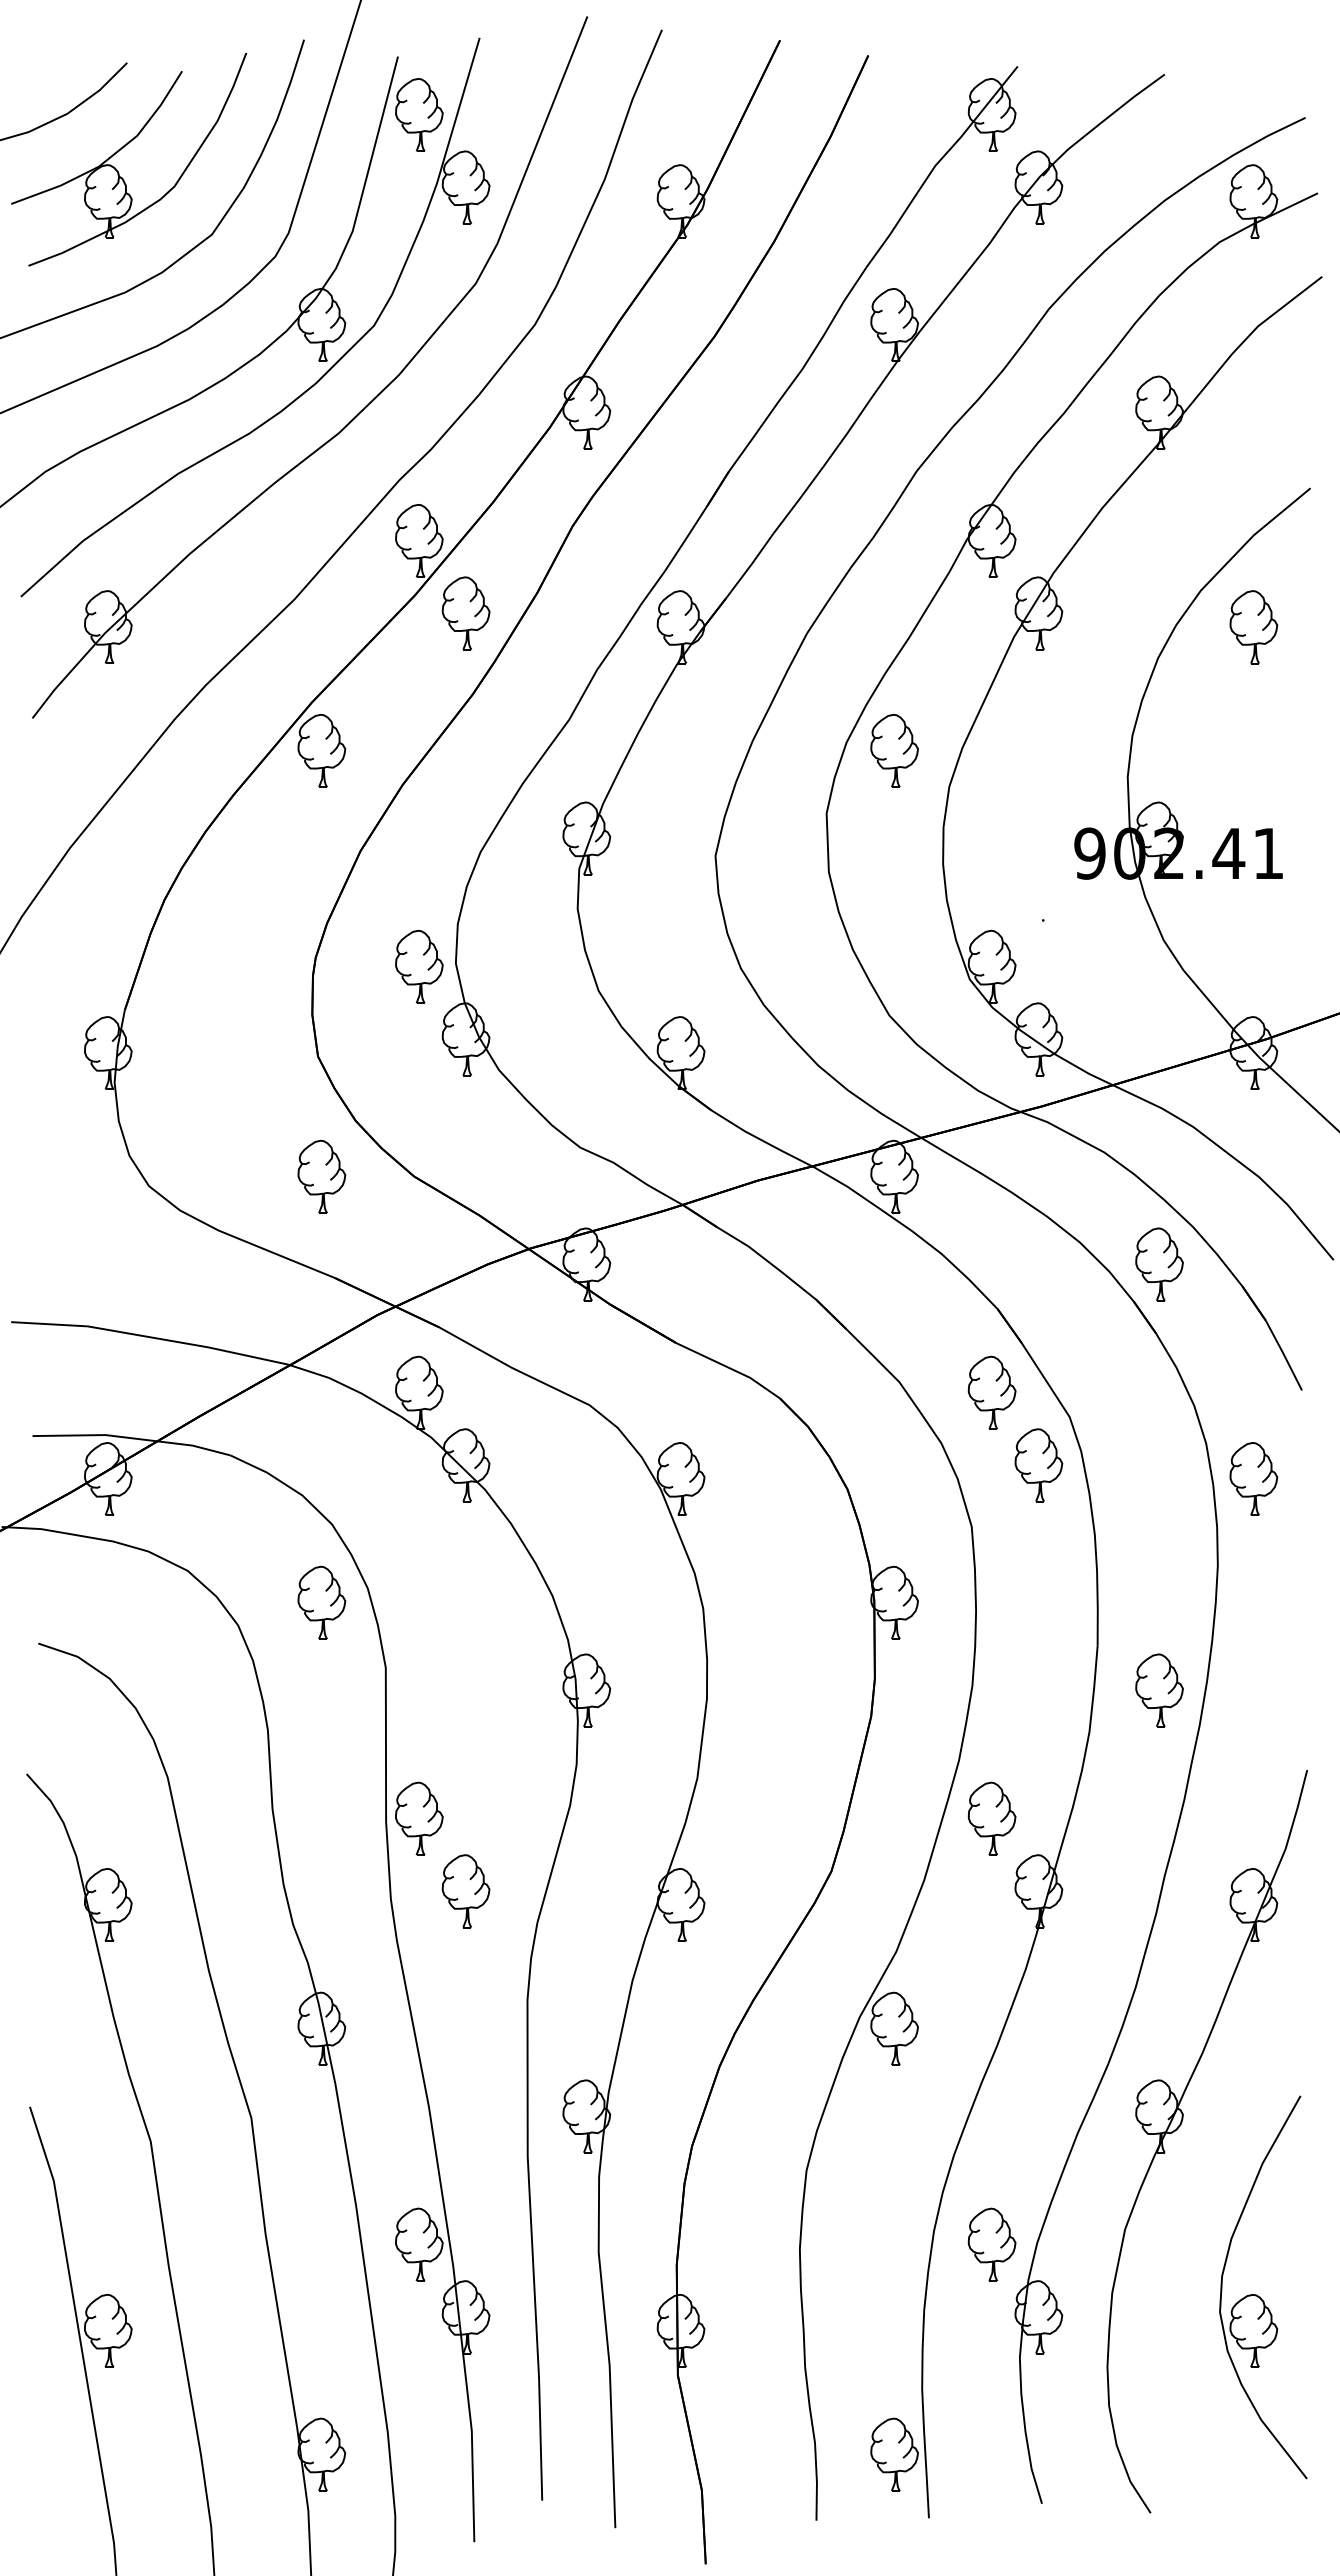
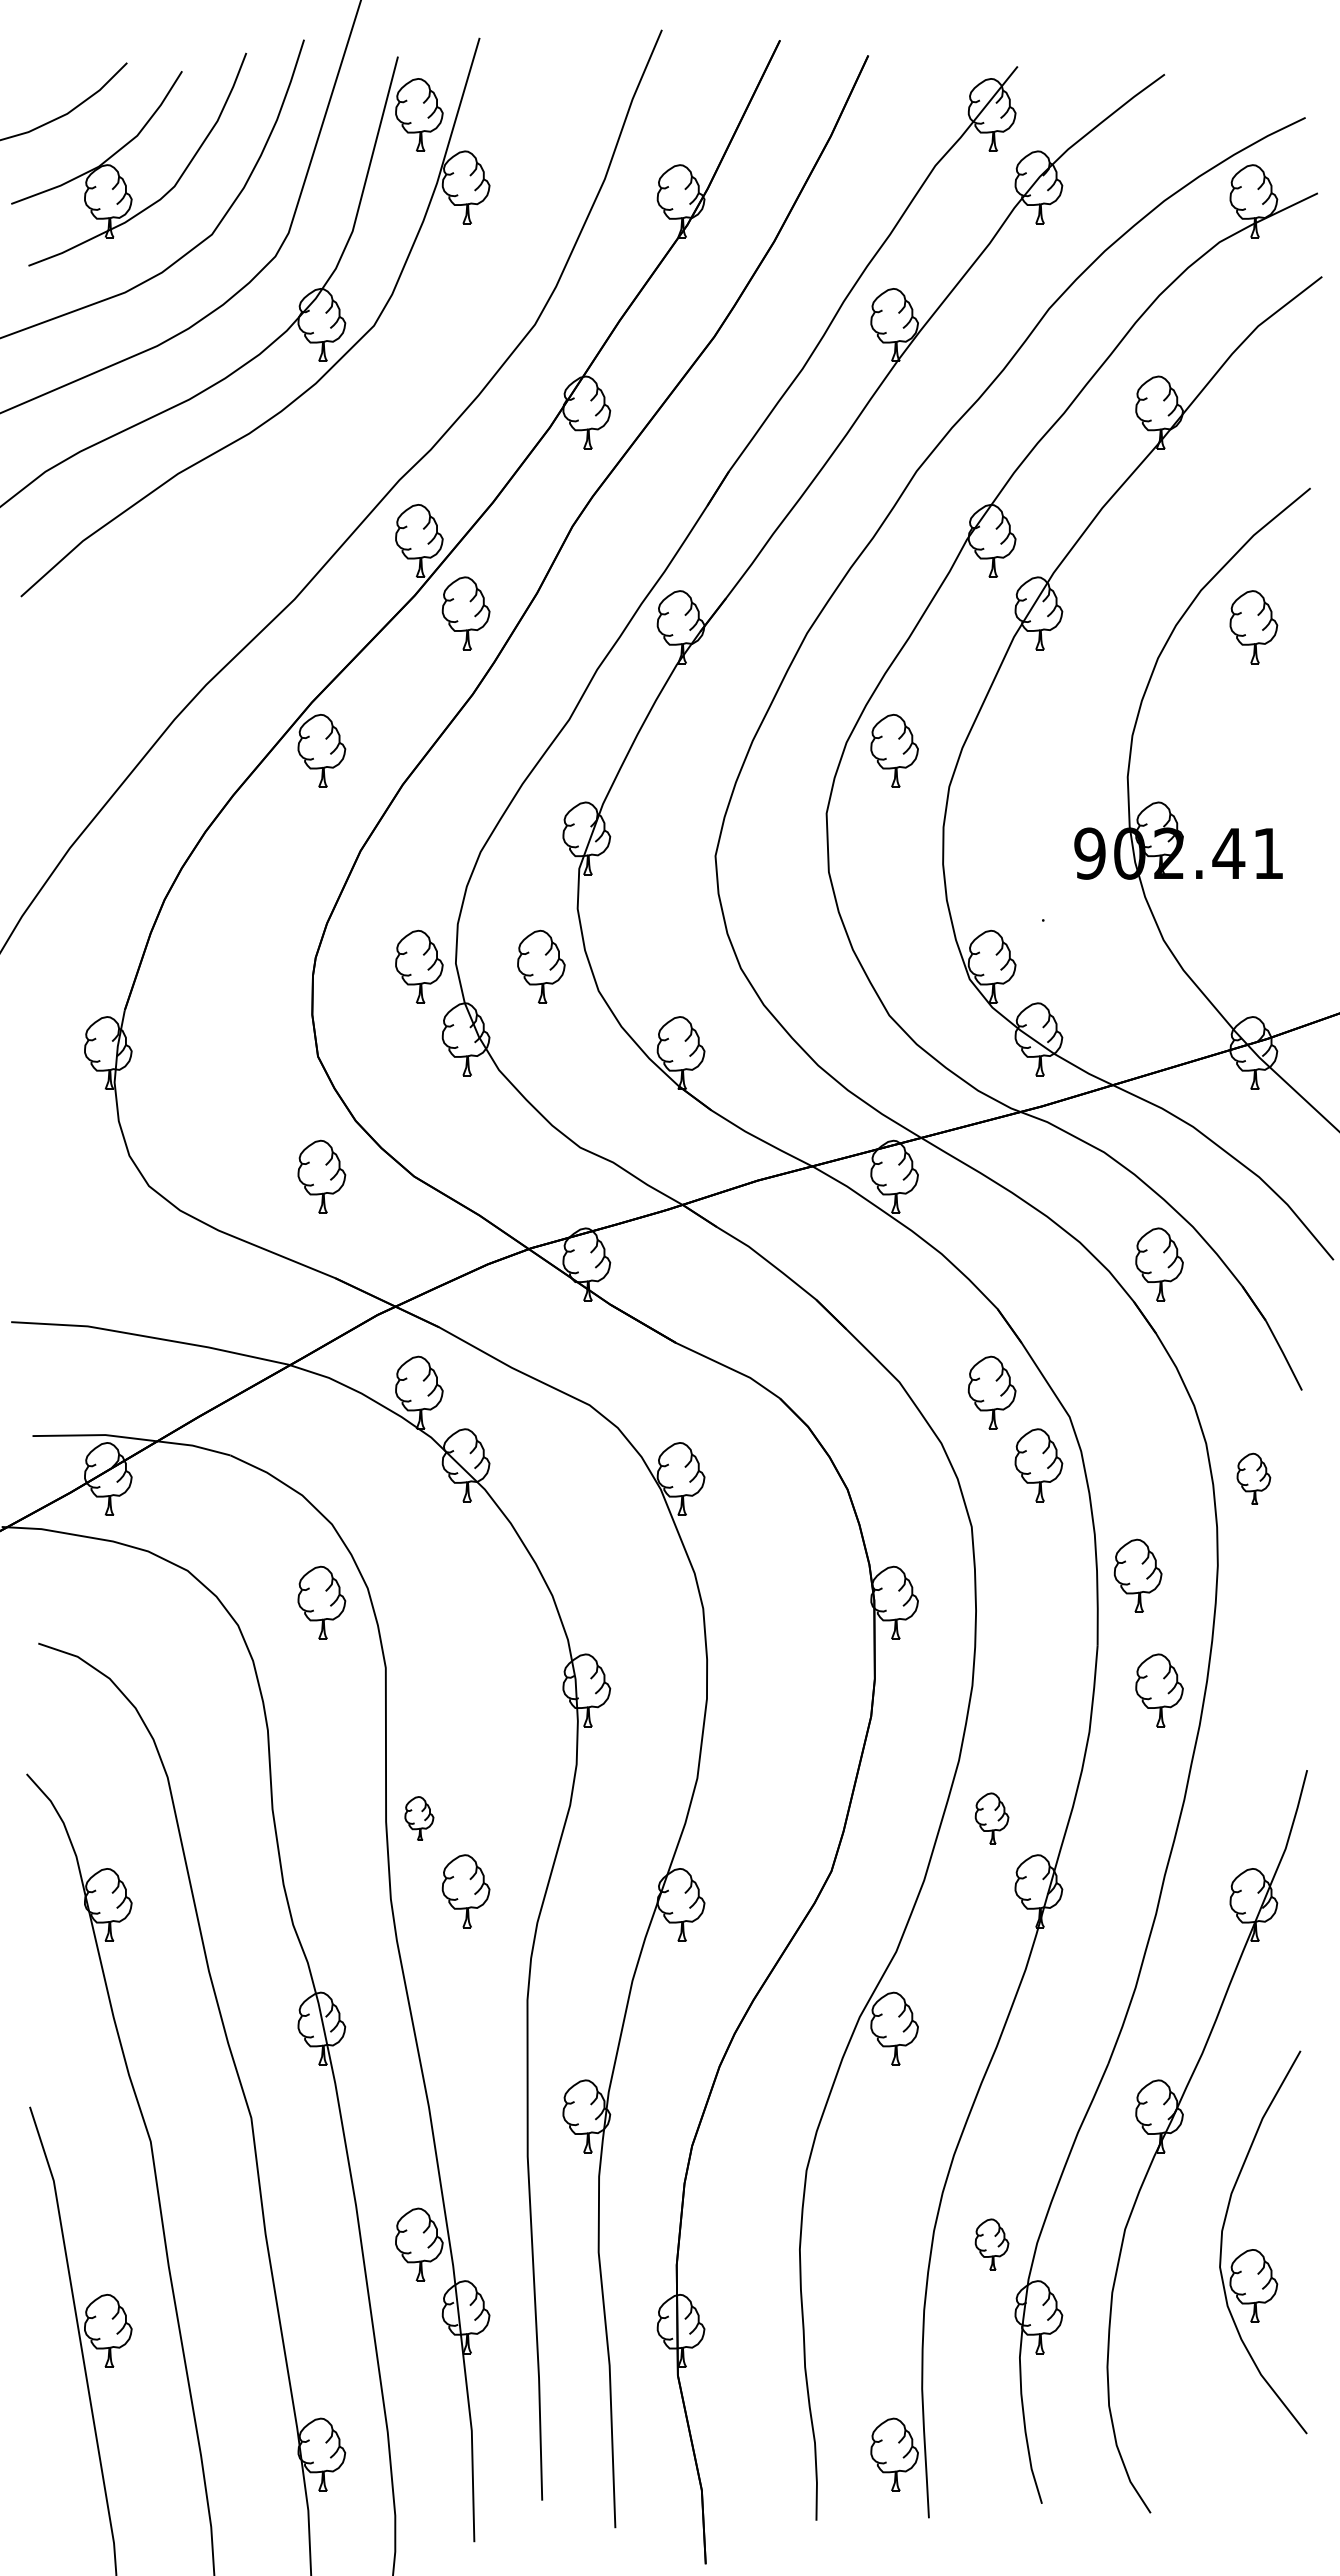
part at (357, 413): present -> none
part at (541, 966): none -> present
part at (1253, 1478) size: 50x74 px -> 36x53 px
part at (1137, 1575): none -> present
part at (419, 1818) size: 49x75 px -> 31x45 px
part at (991, 1818) size: 50x75 px -> 36x53 px
part at (991, 2244) size: 50x75 px -> 36x53 px
part at (1258, 2295) position: (1258, 2295) -> (1258, 2250)
